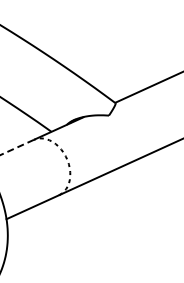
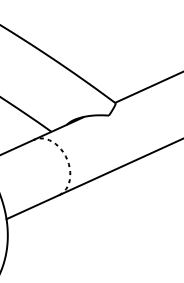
line at (16, 147): dashed -> solid
